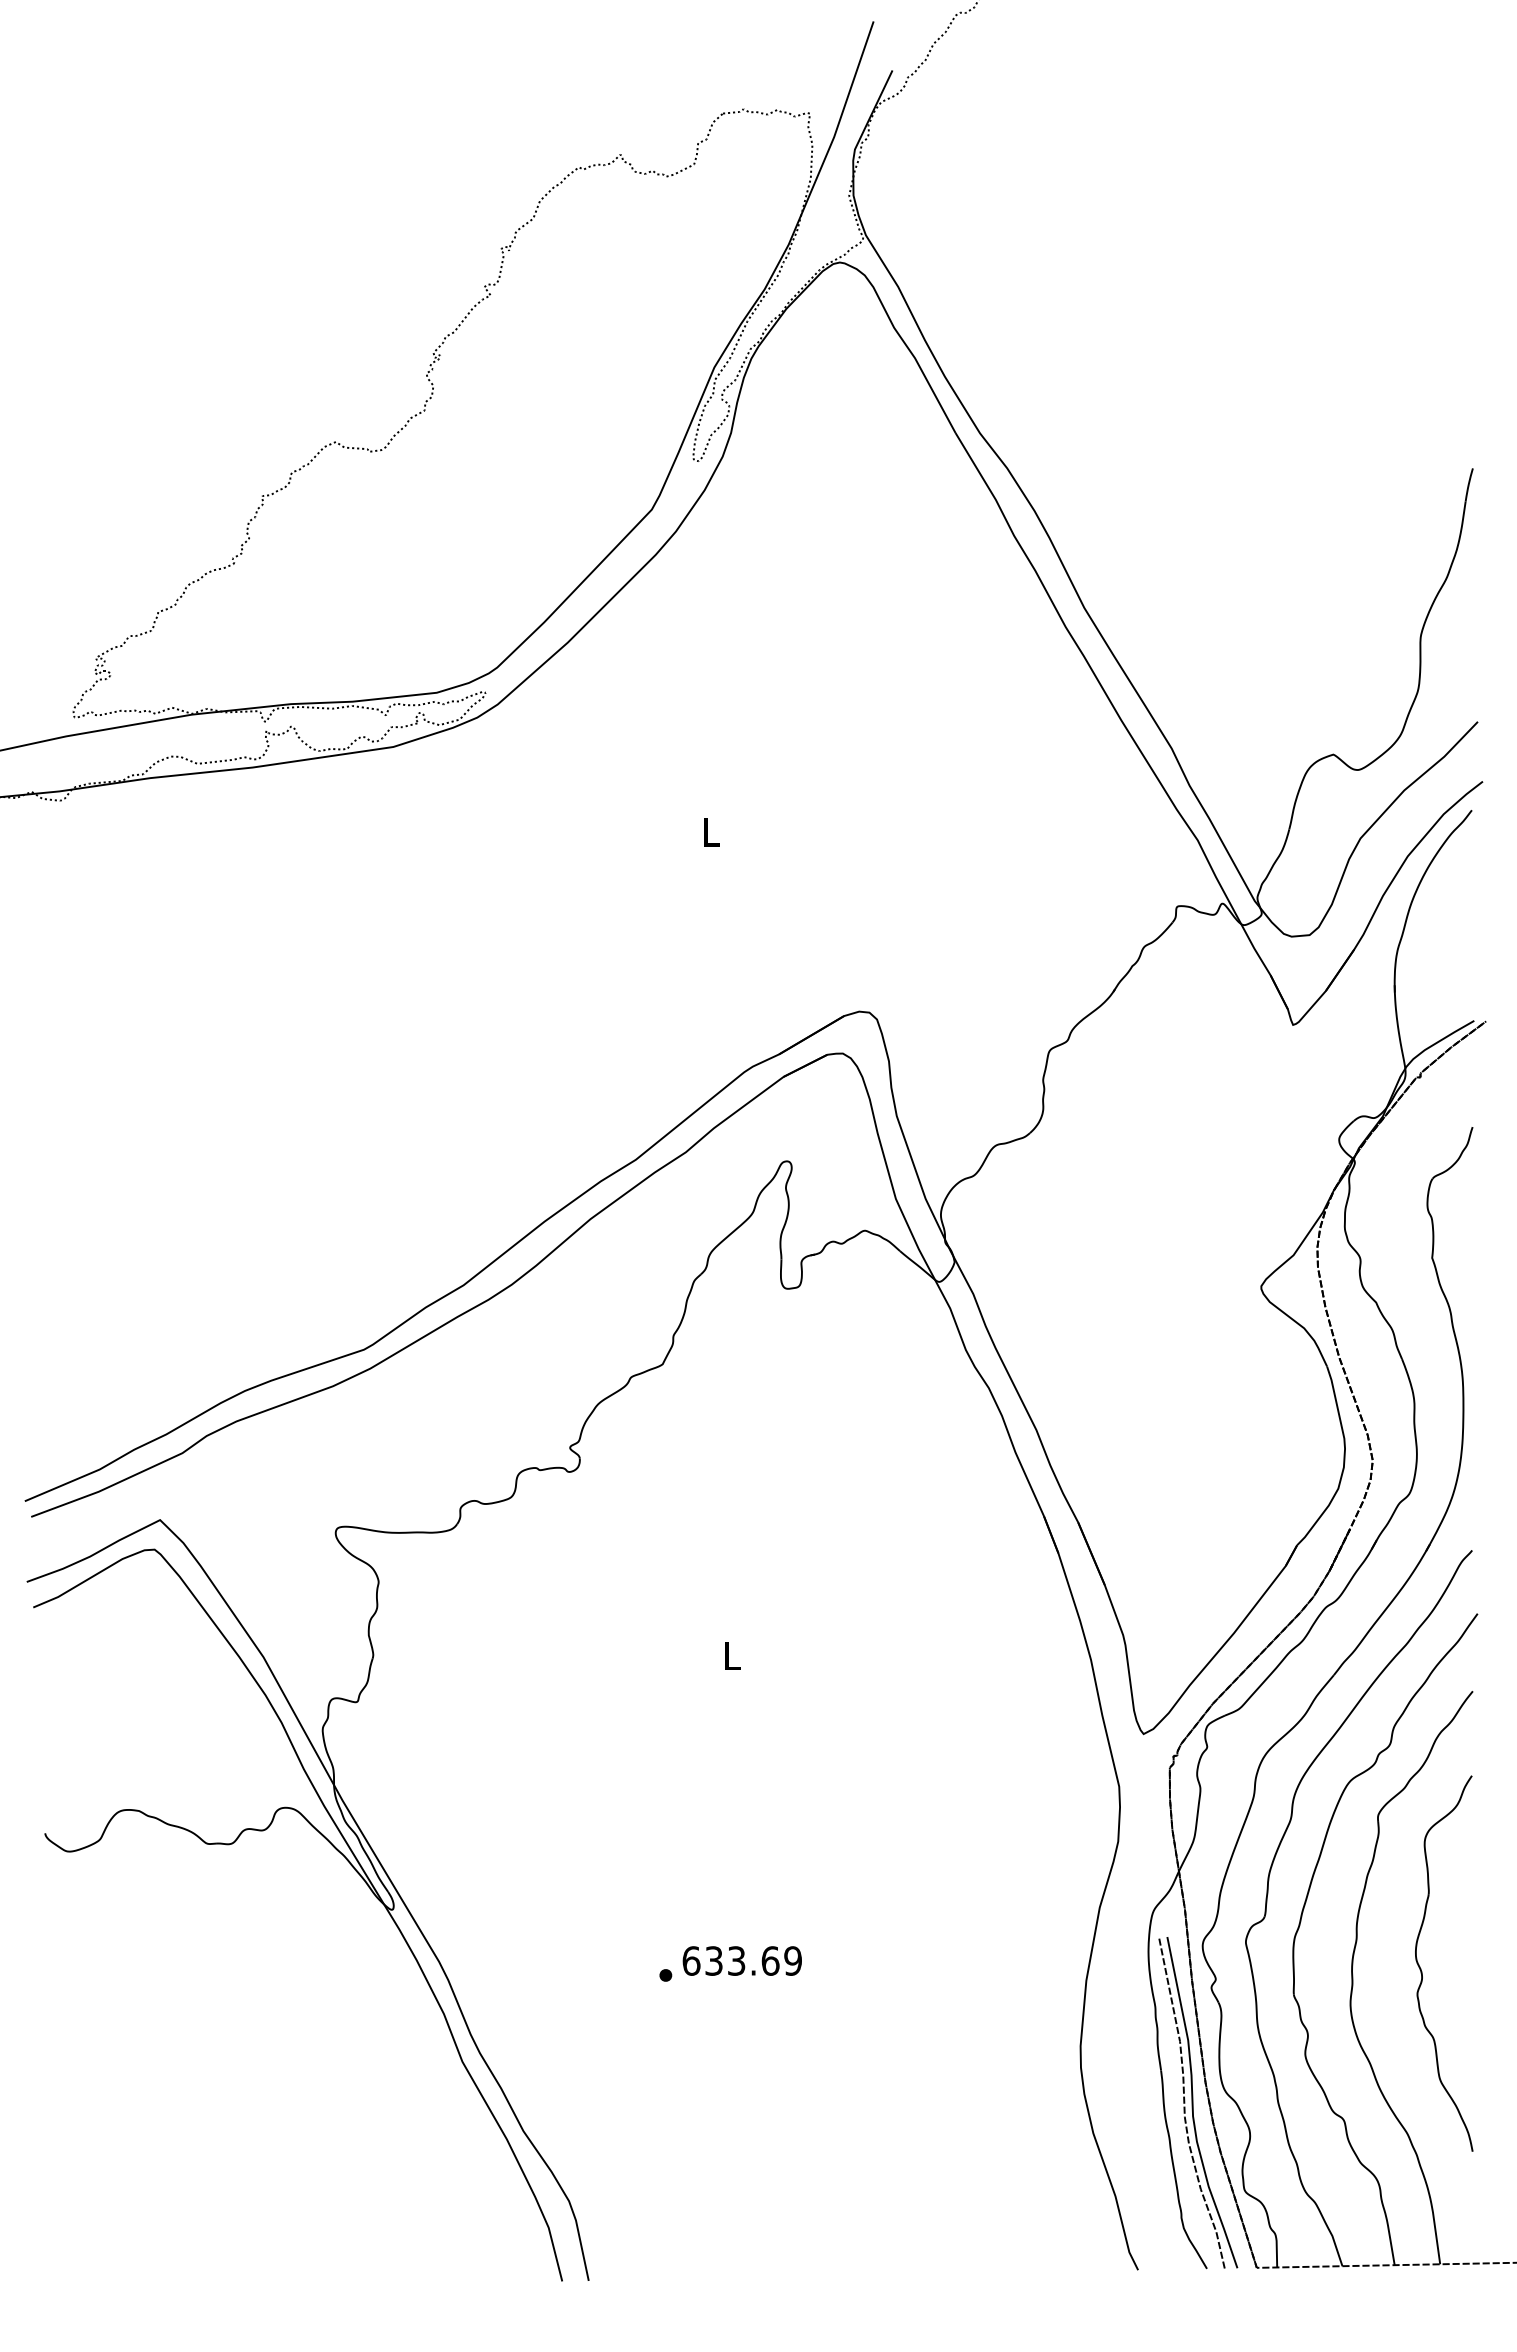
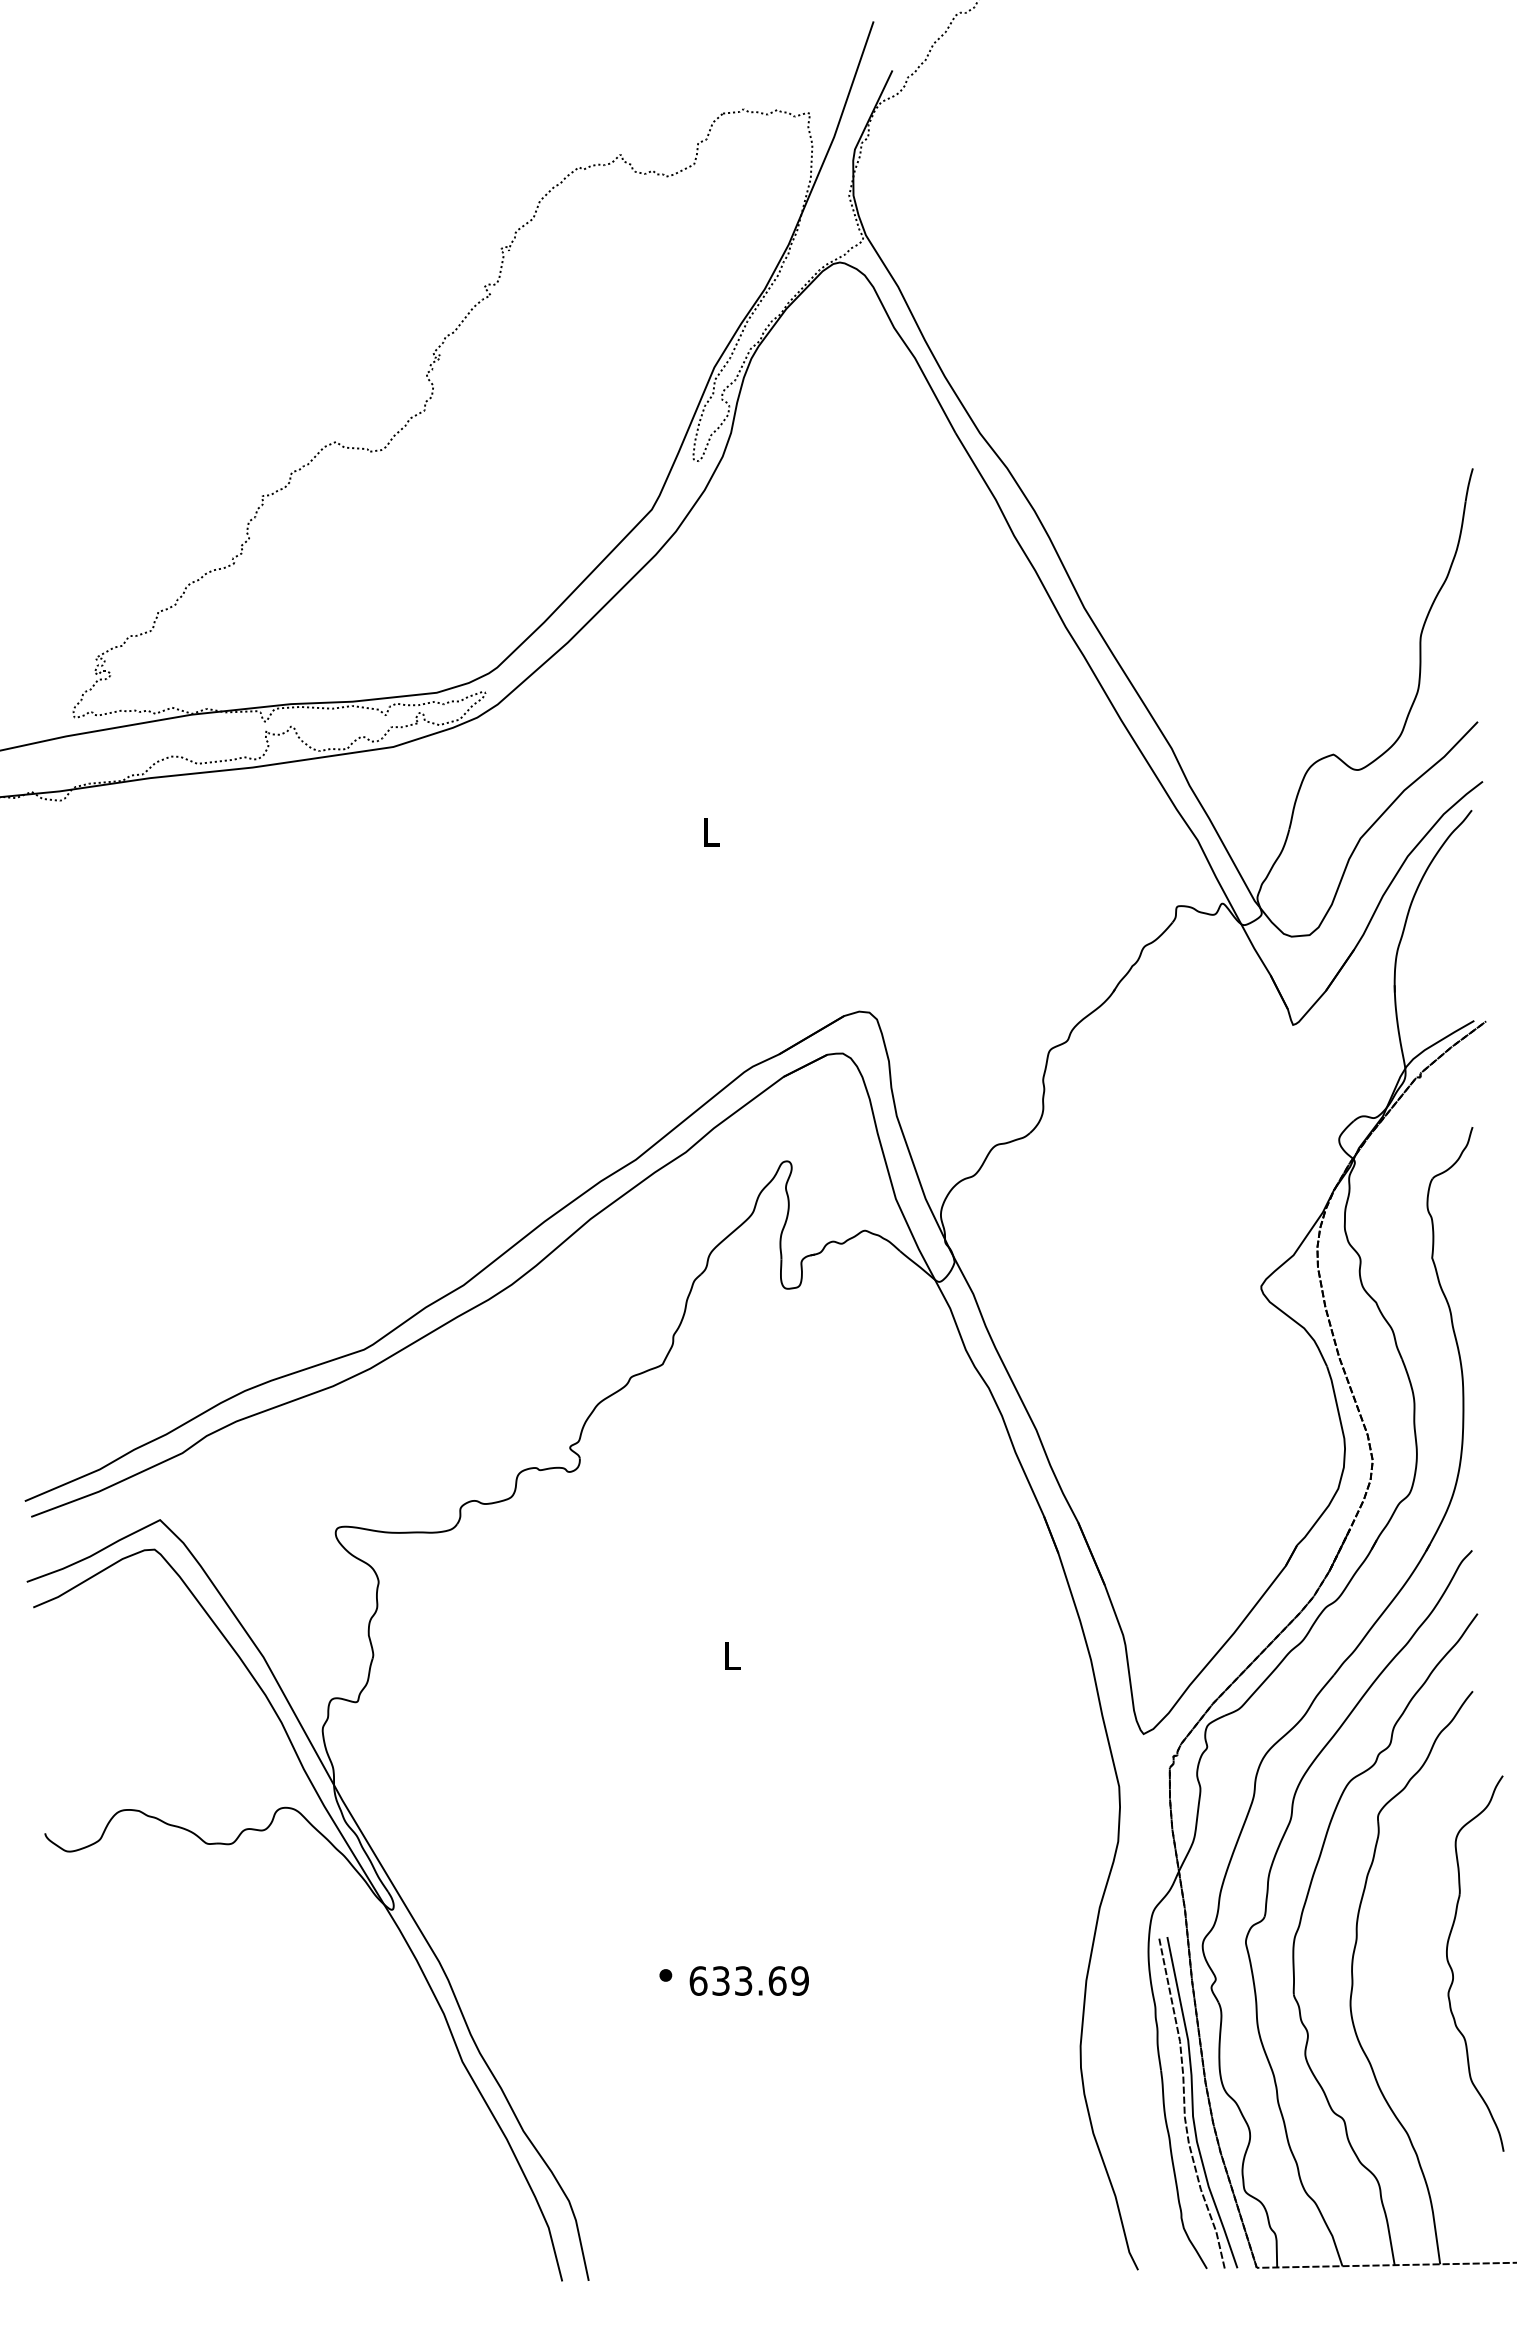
text at (741, 1960) position: (741, 1960) -> (748, 1980)
part at (1422, 1971) position: (1422, 1971) -> (1453, 1971)
